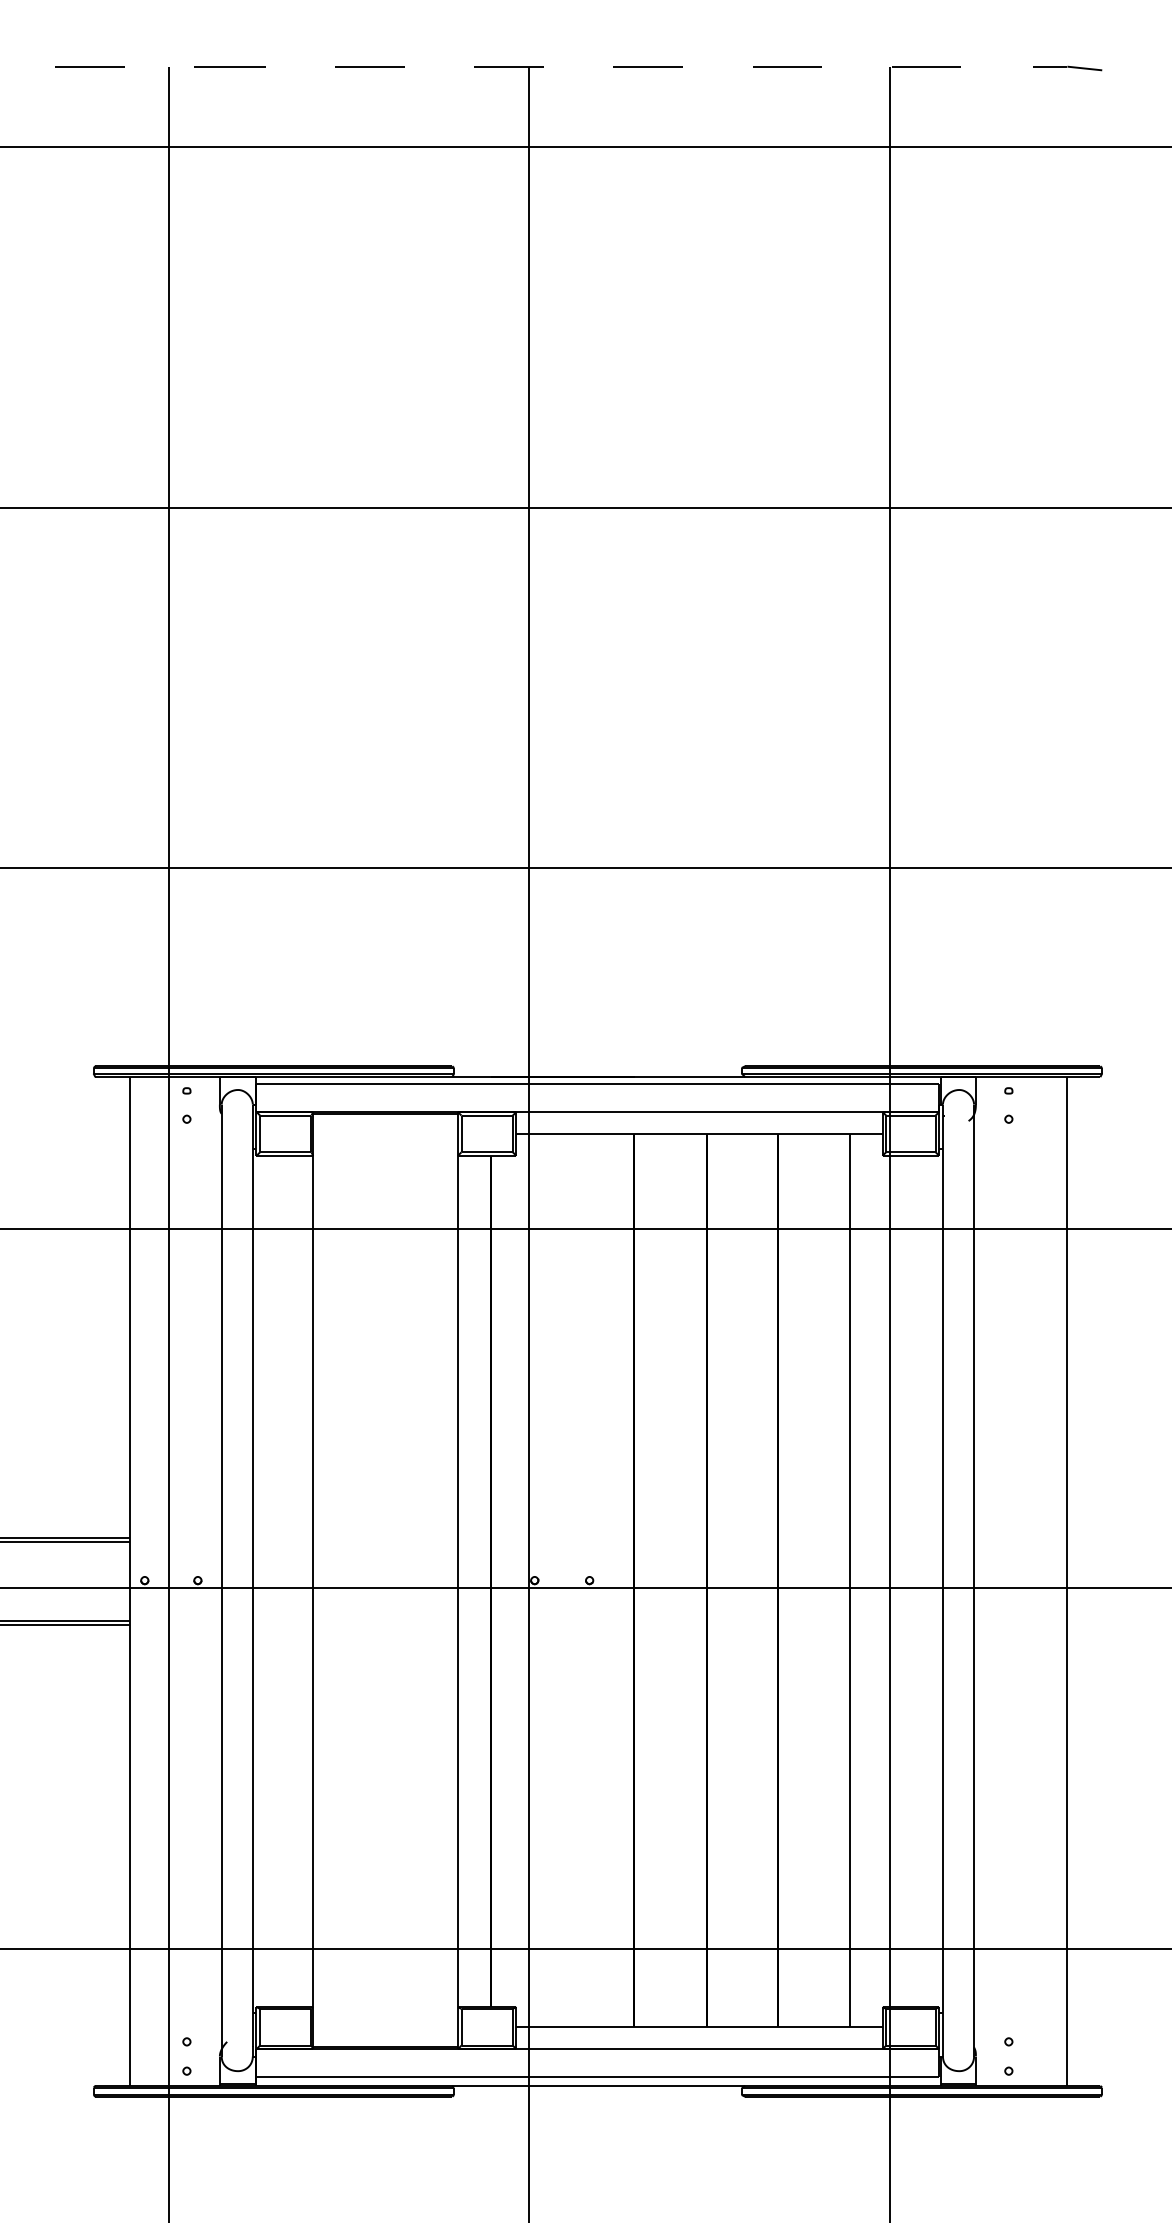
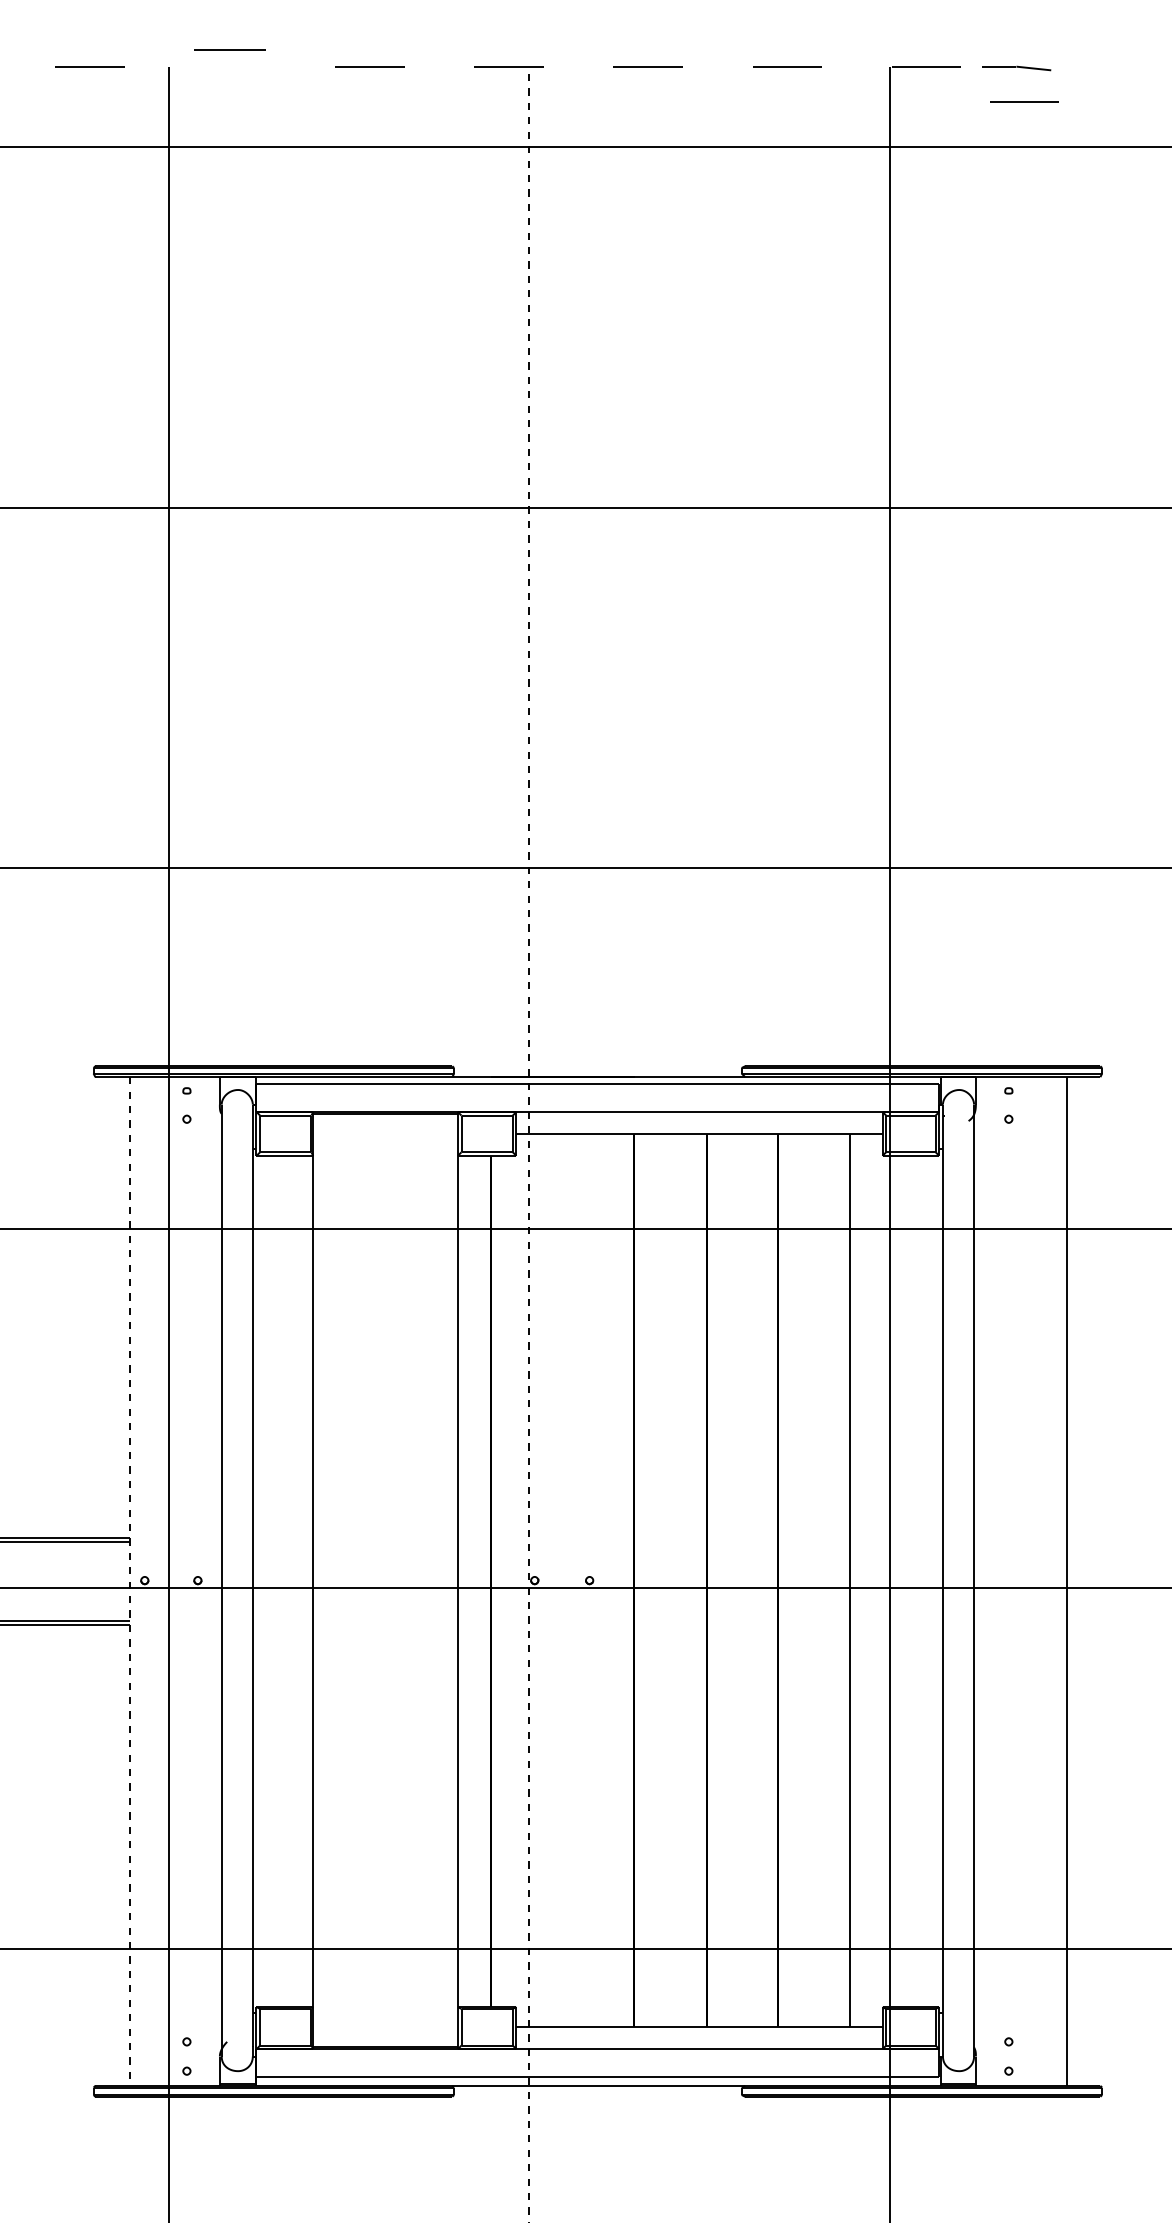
line at (229, 66) position: (229, 66) -> (229, 49)
part at (1067, 68) position: (1067, 68) -> (1016, 68)
line at (1024, 101): none -> present
line at (529, 1144): solid -> dashed
line at (130, 1582): solid -> dashed
